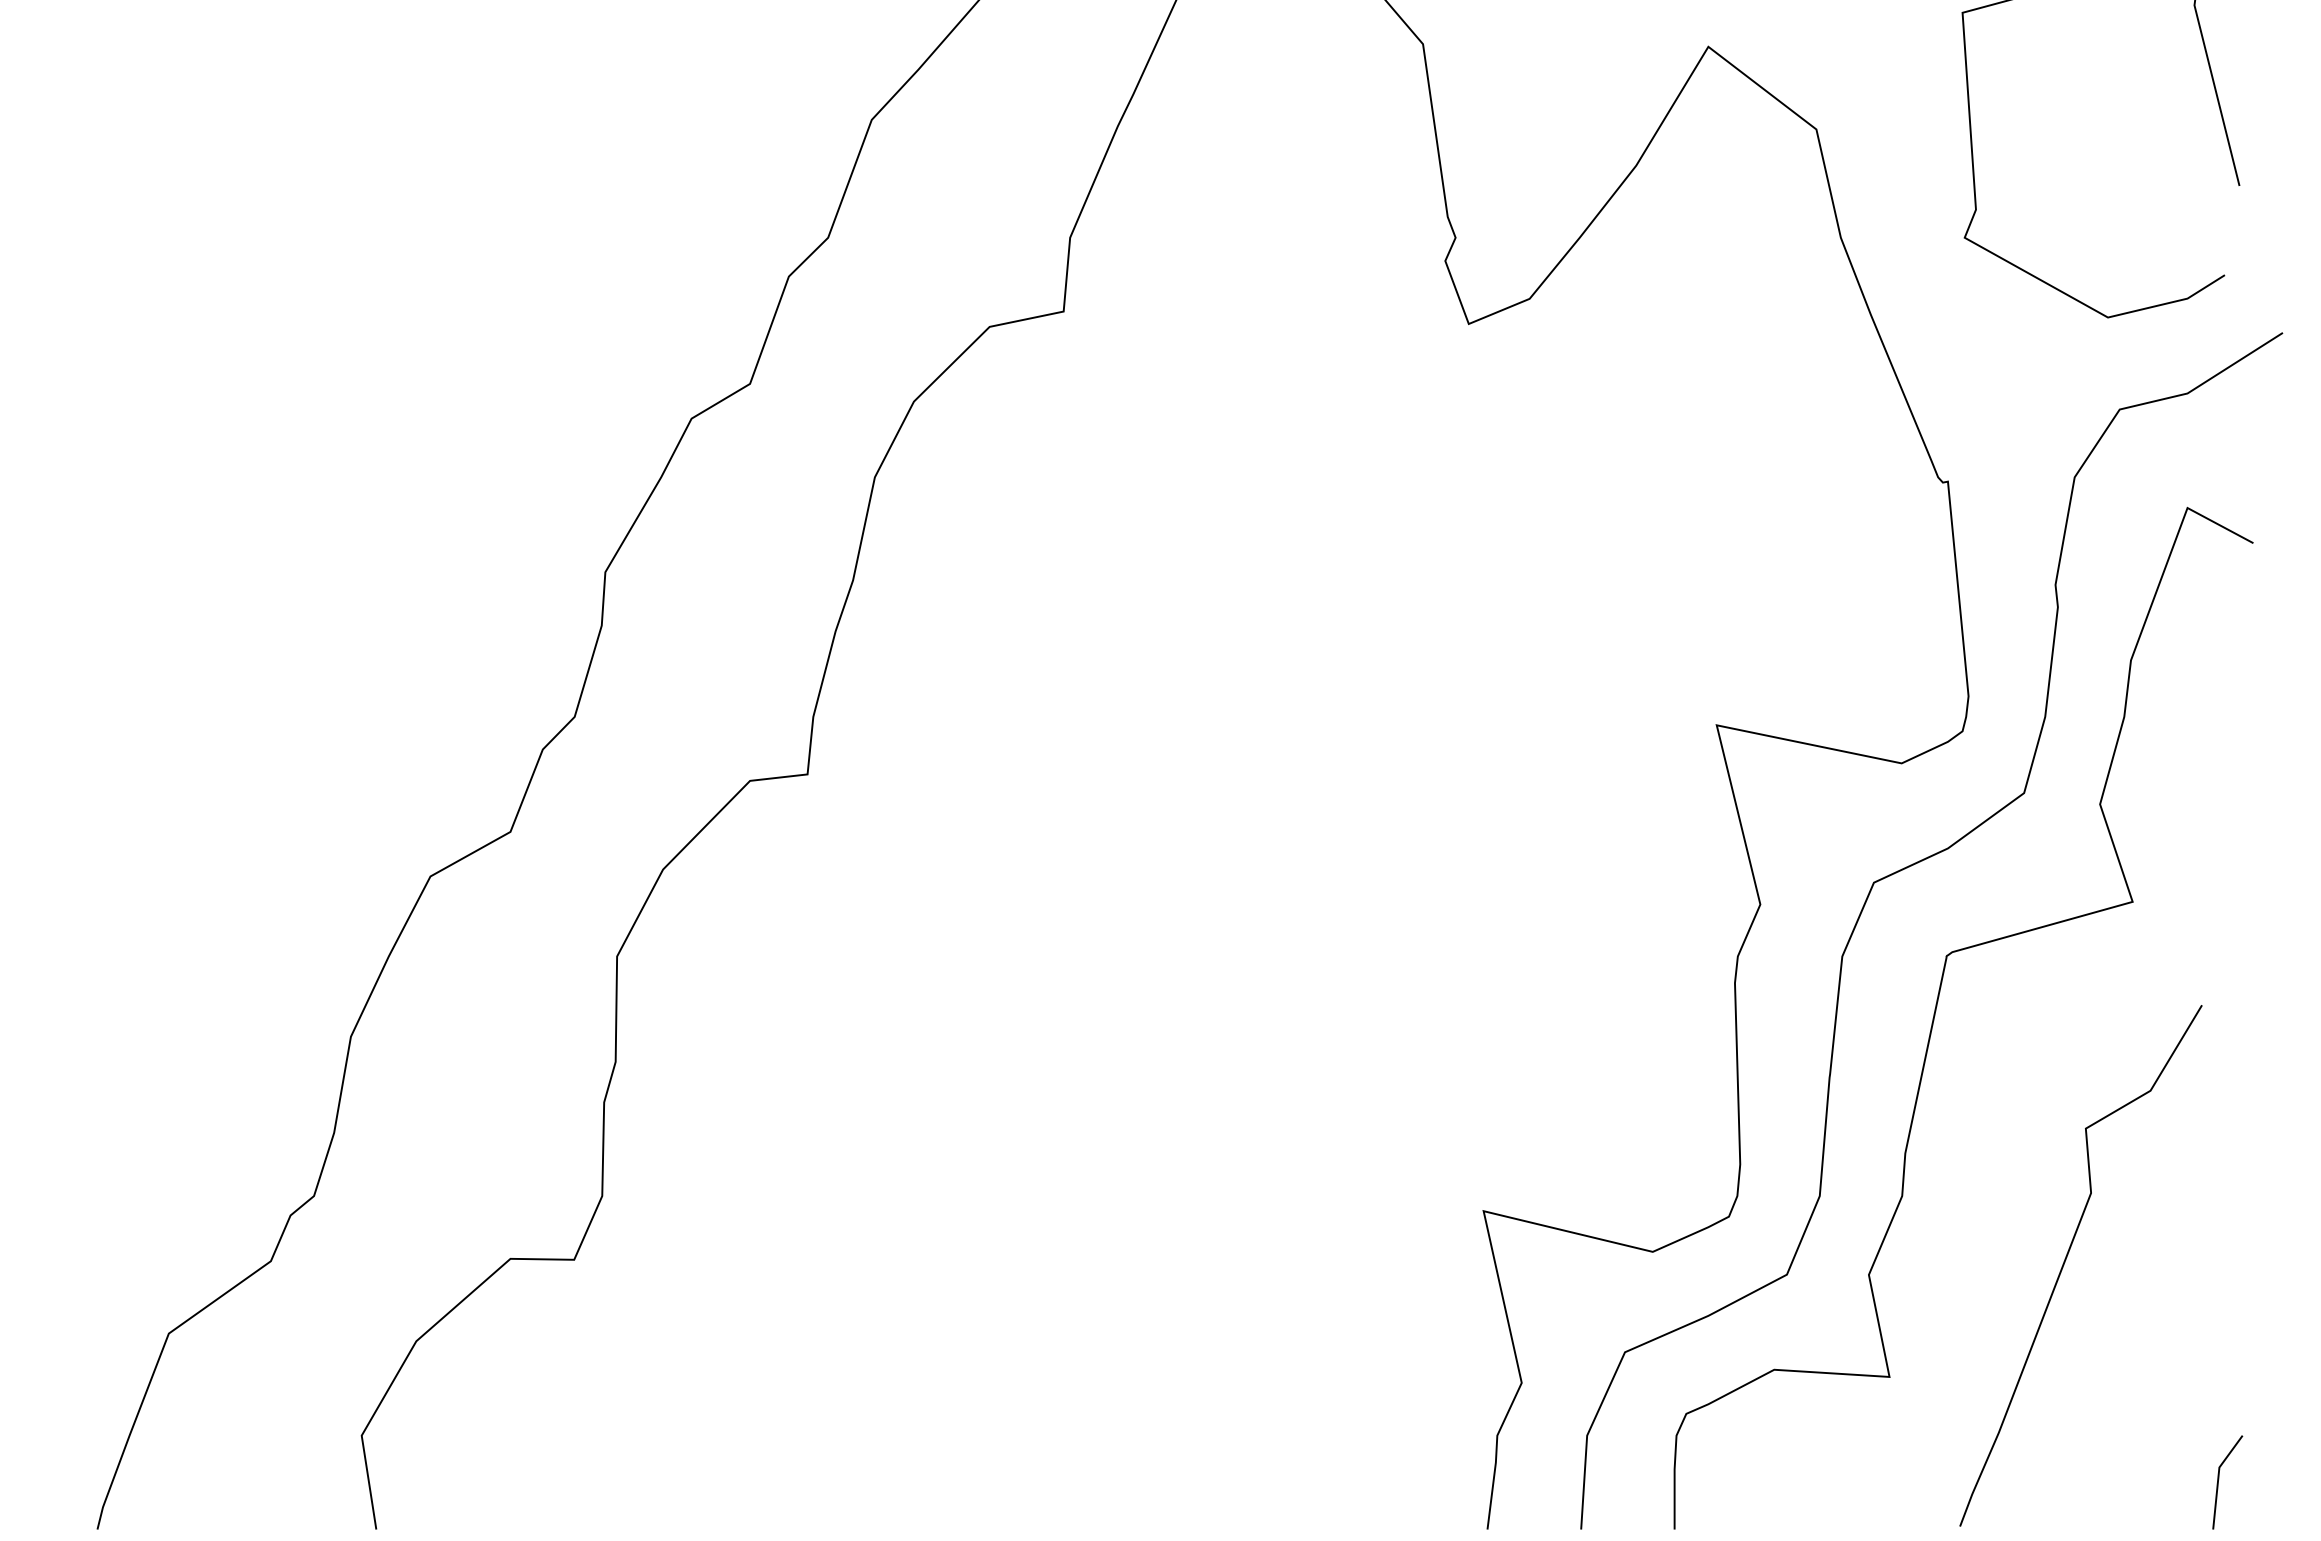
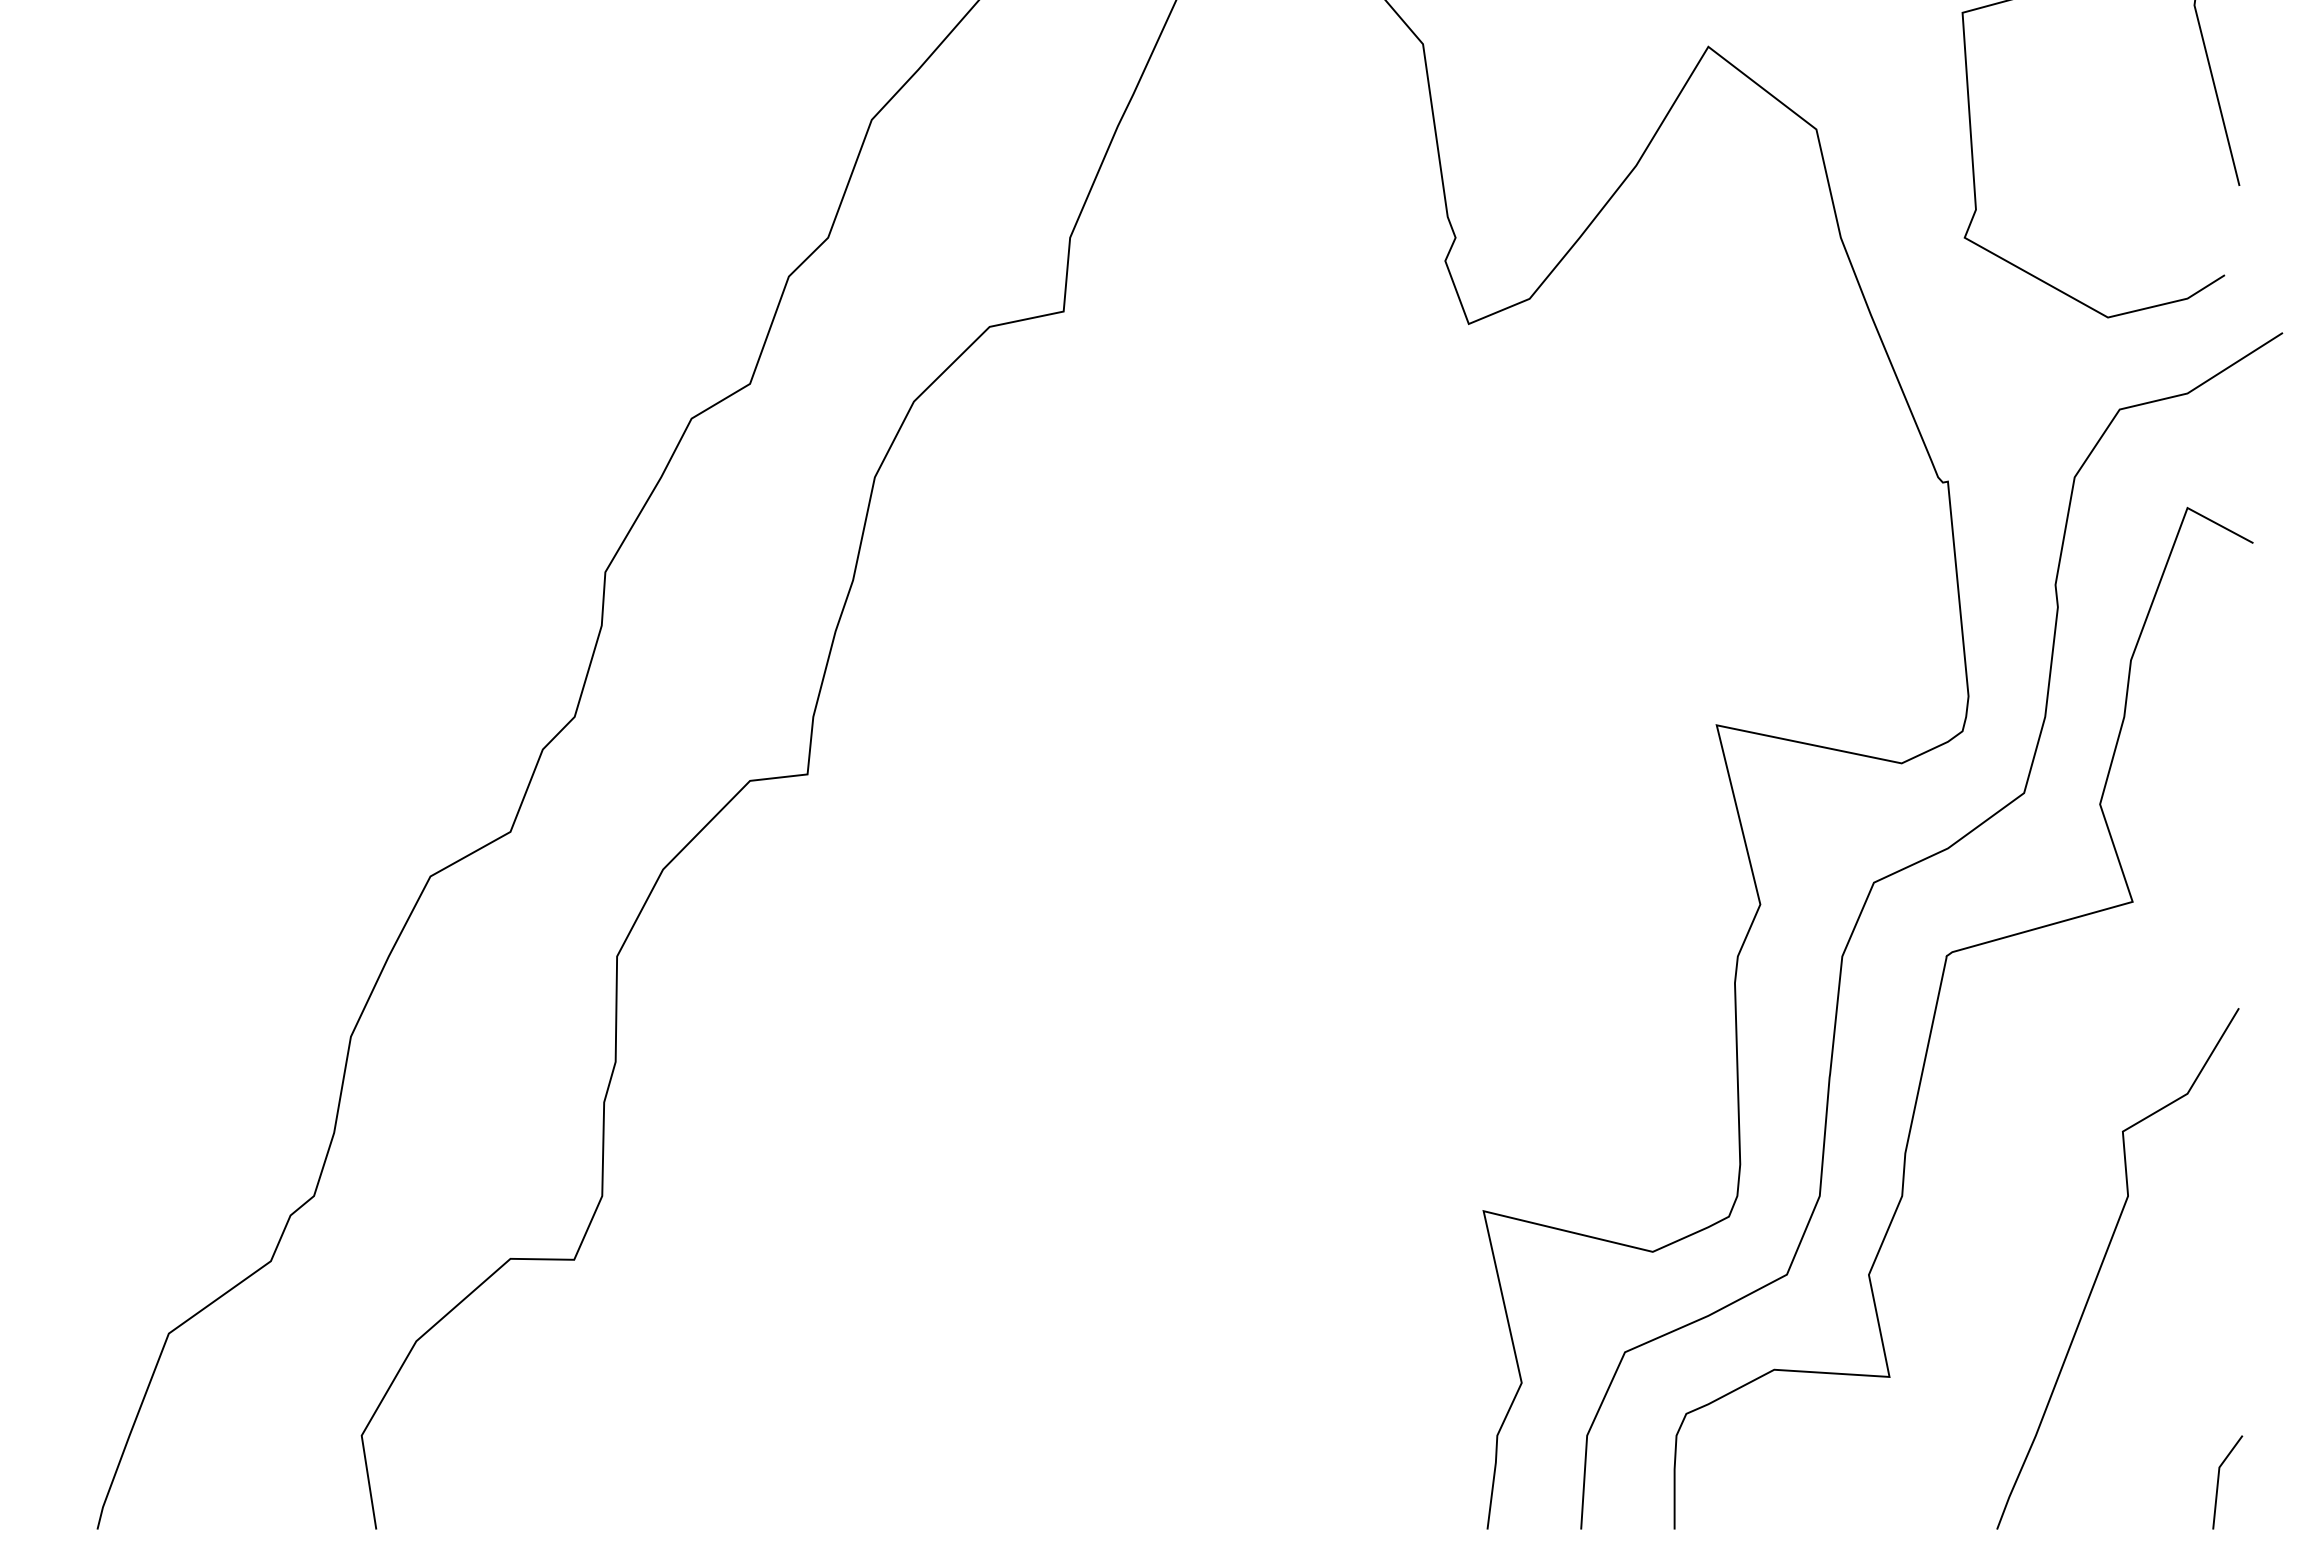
curve at (2066, 1260) position: (2066, 1260) -> (2103, 1263)
